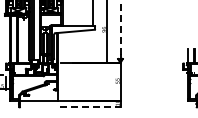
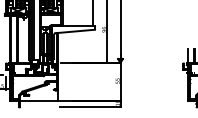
line at (120, 29): dashed -> solid
line at (90, 107): dashed -> solid
